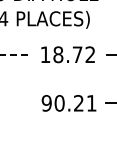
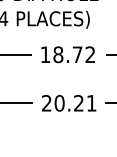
line at (16, 54): dashed -> solid
line at (17, 103): none -> present
text at (46, 103): 90.21 -> 20.21
